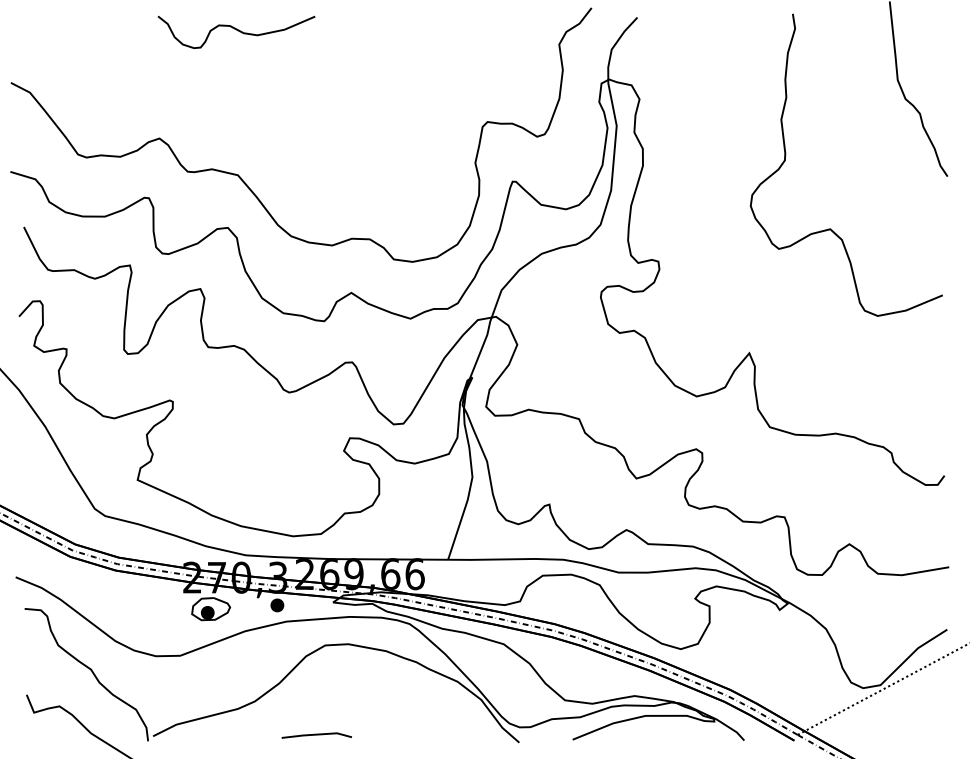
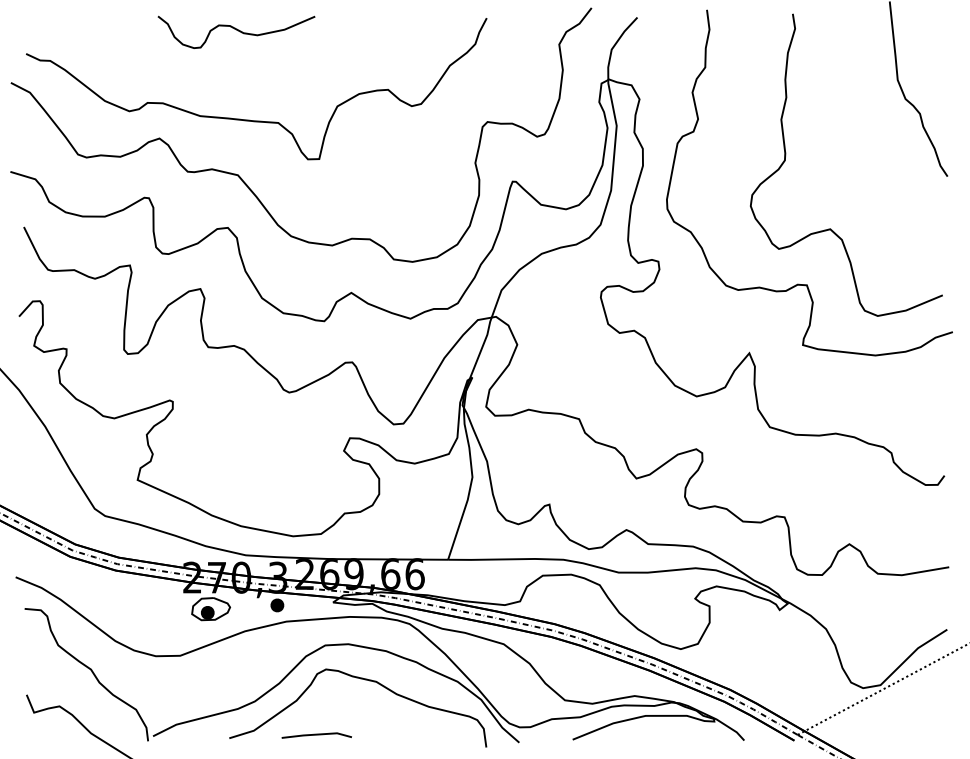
curve at (249, 119): none -> present
curve at (799, 283): none -> present
curve at (365, 680): none -> present
